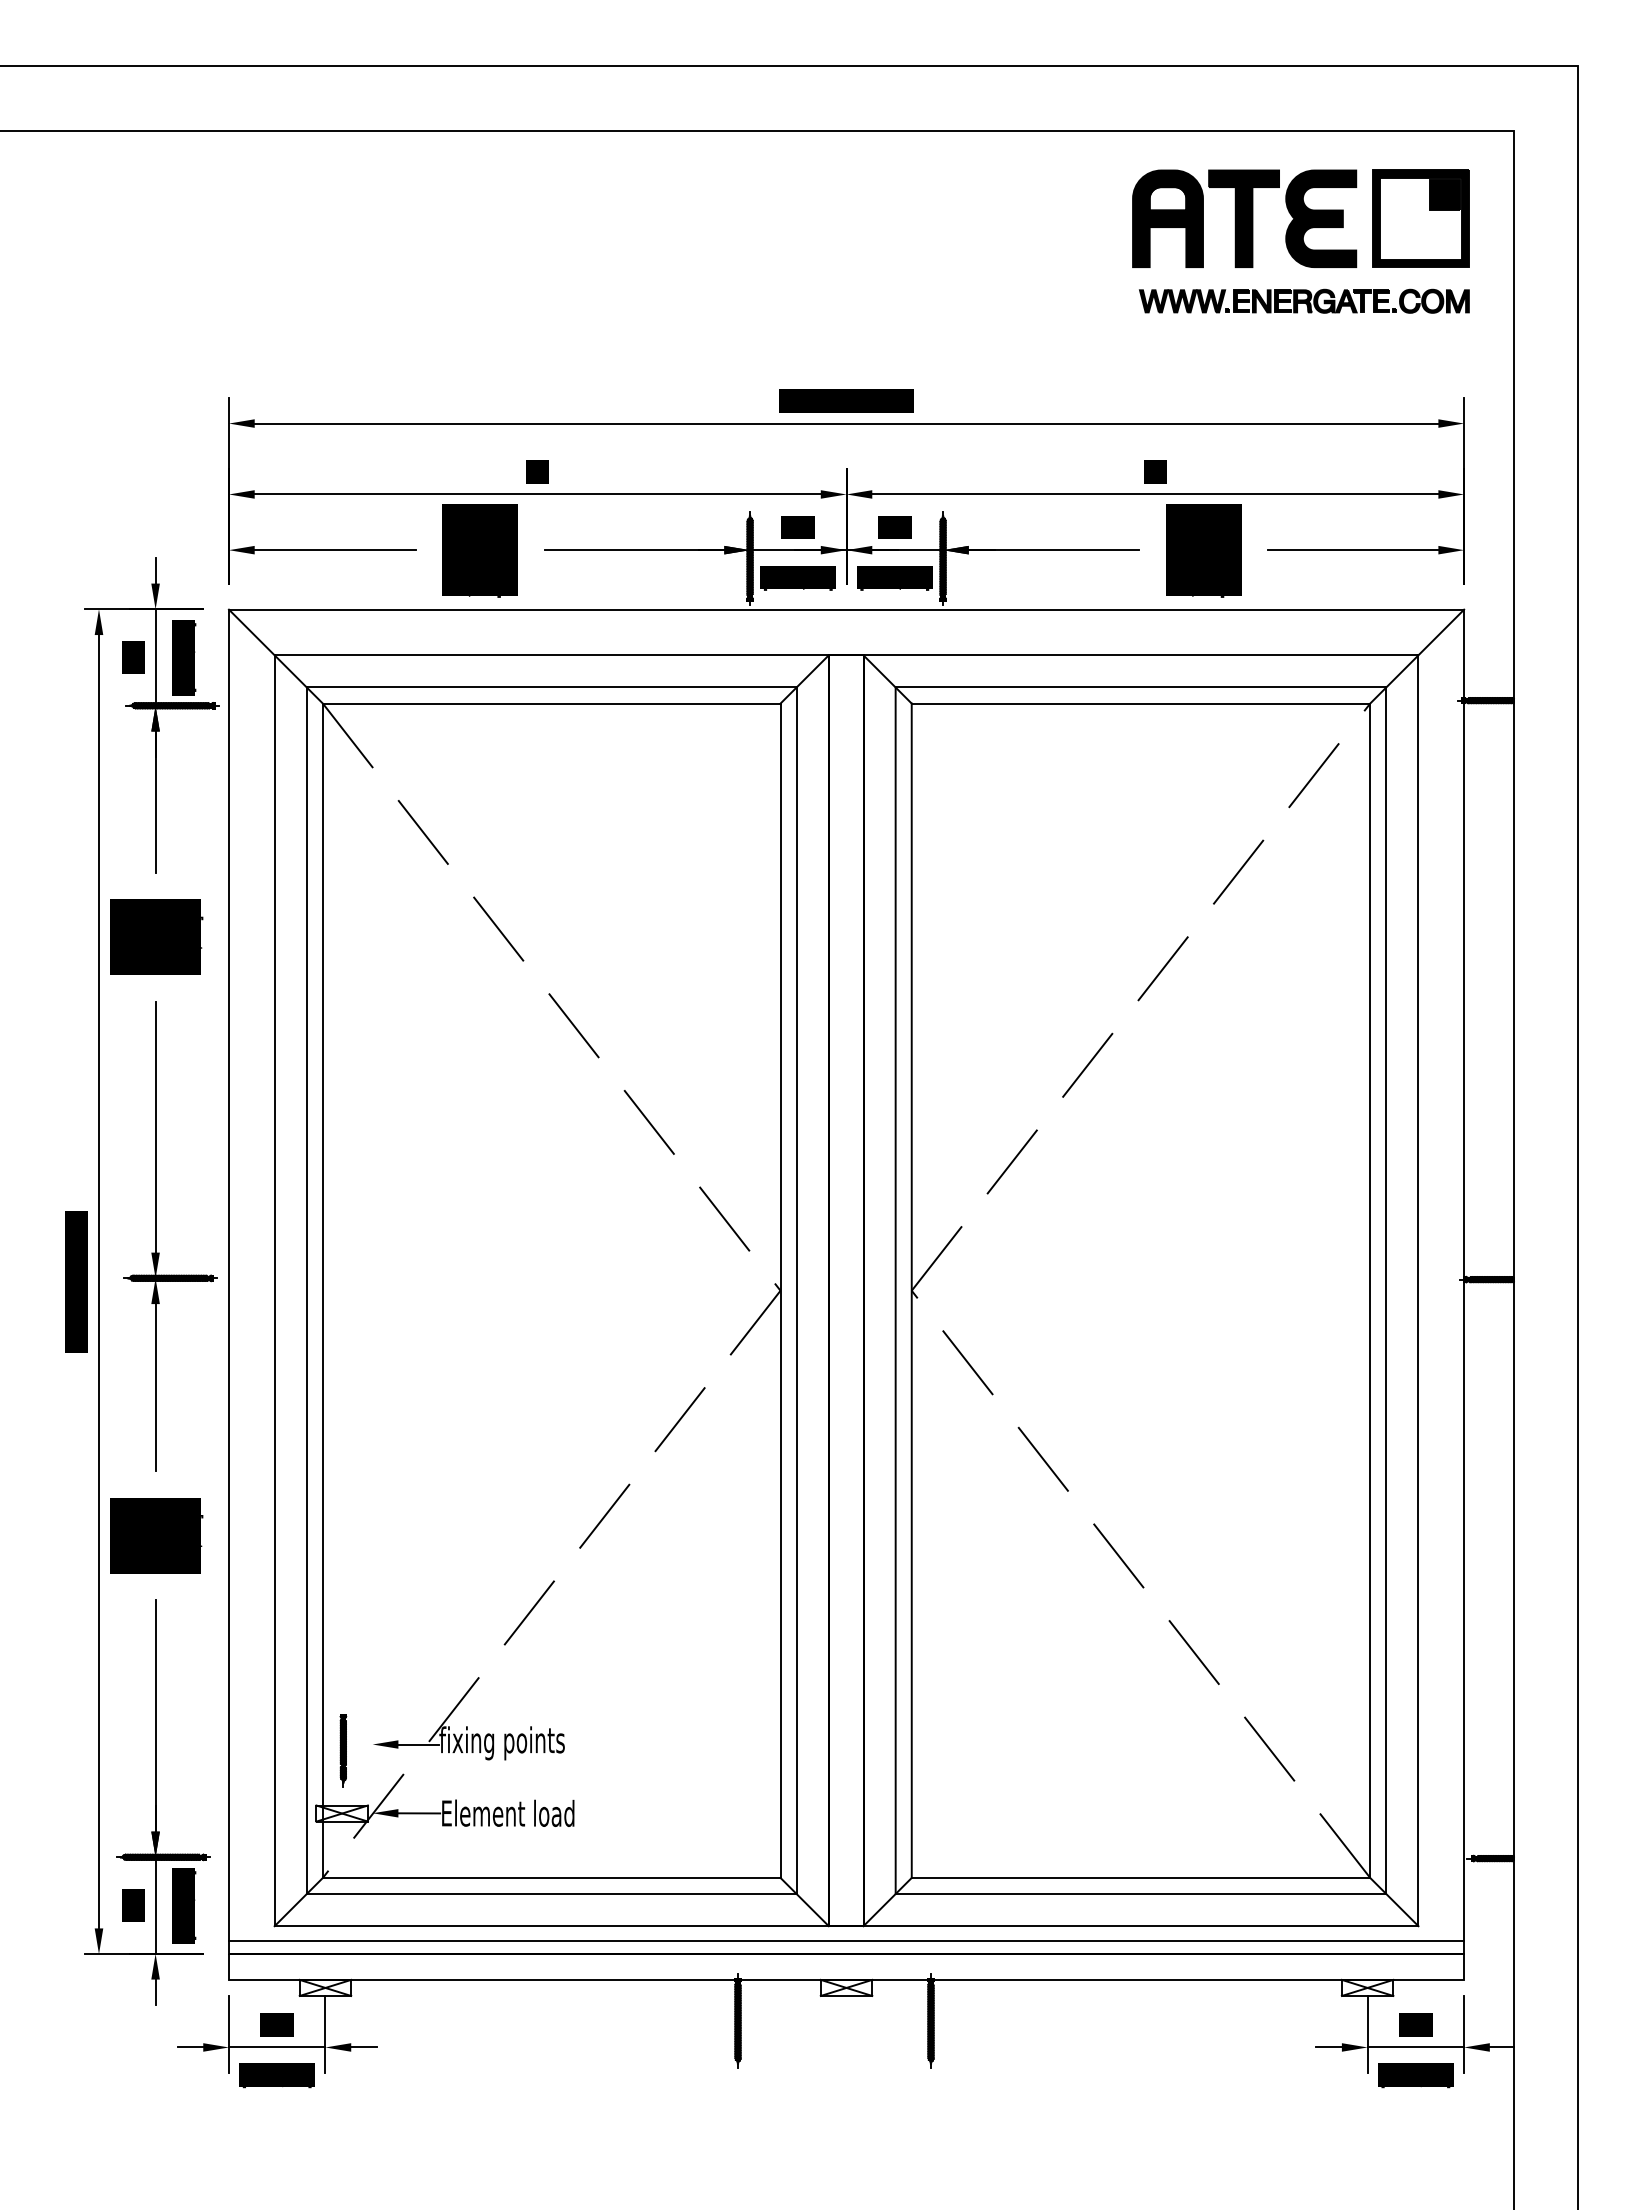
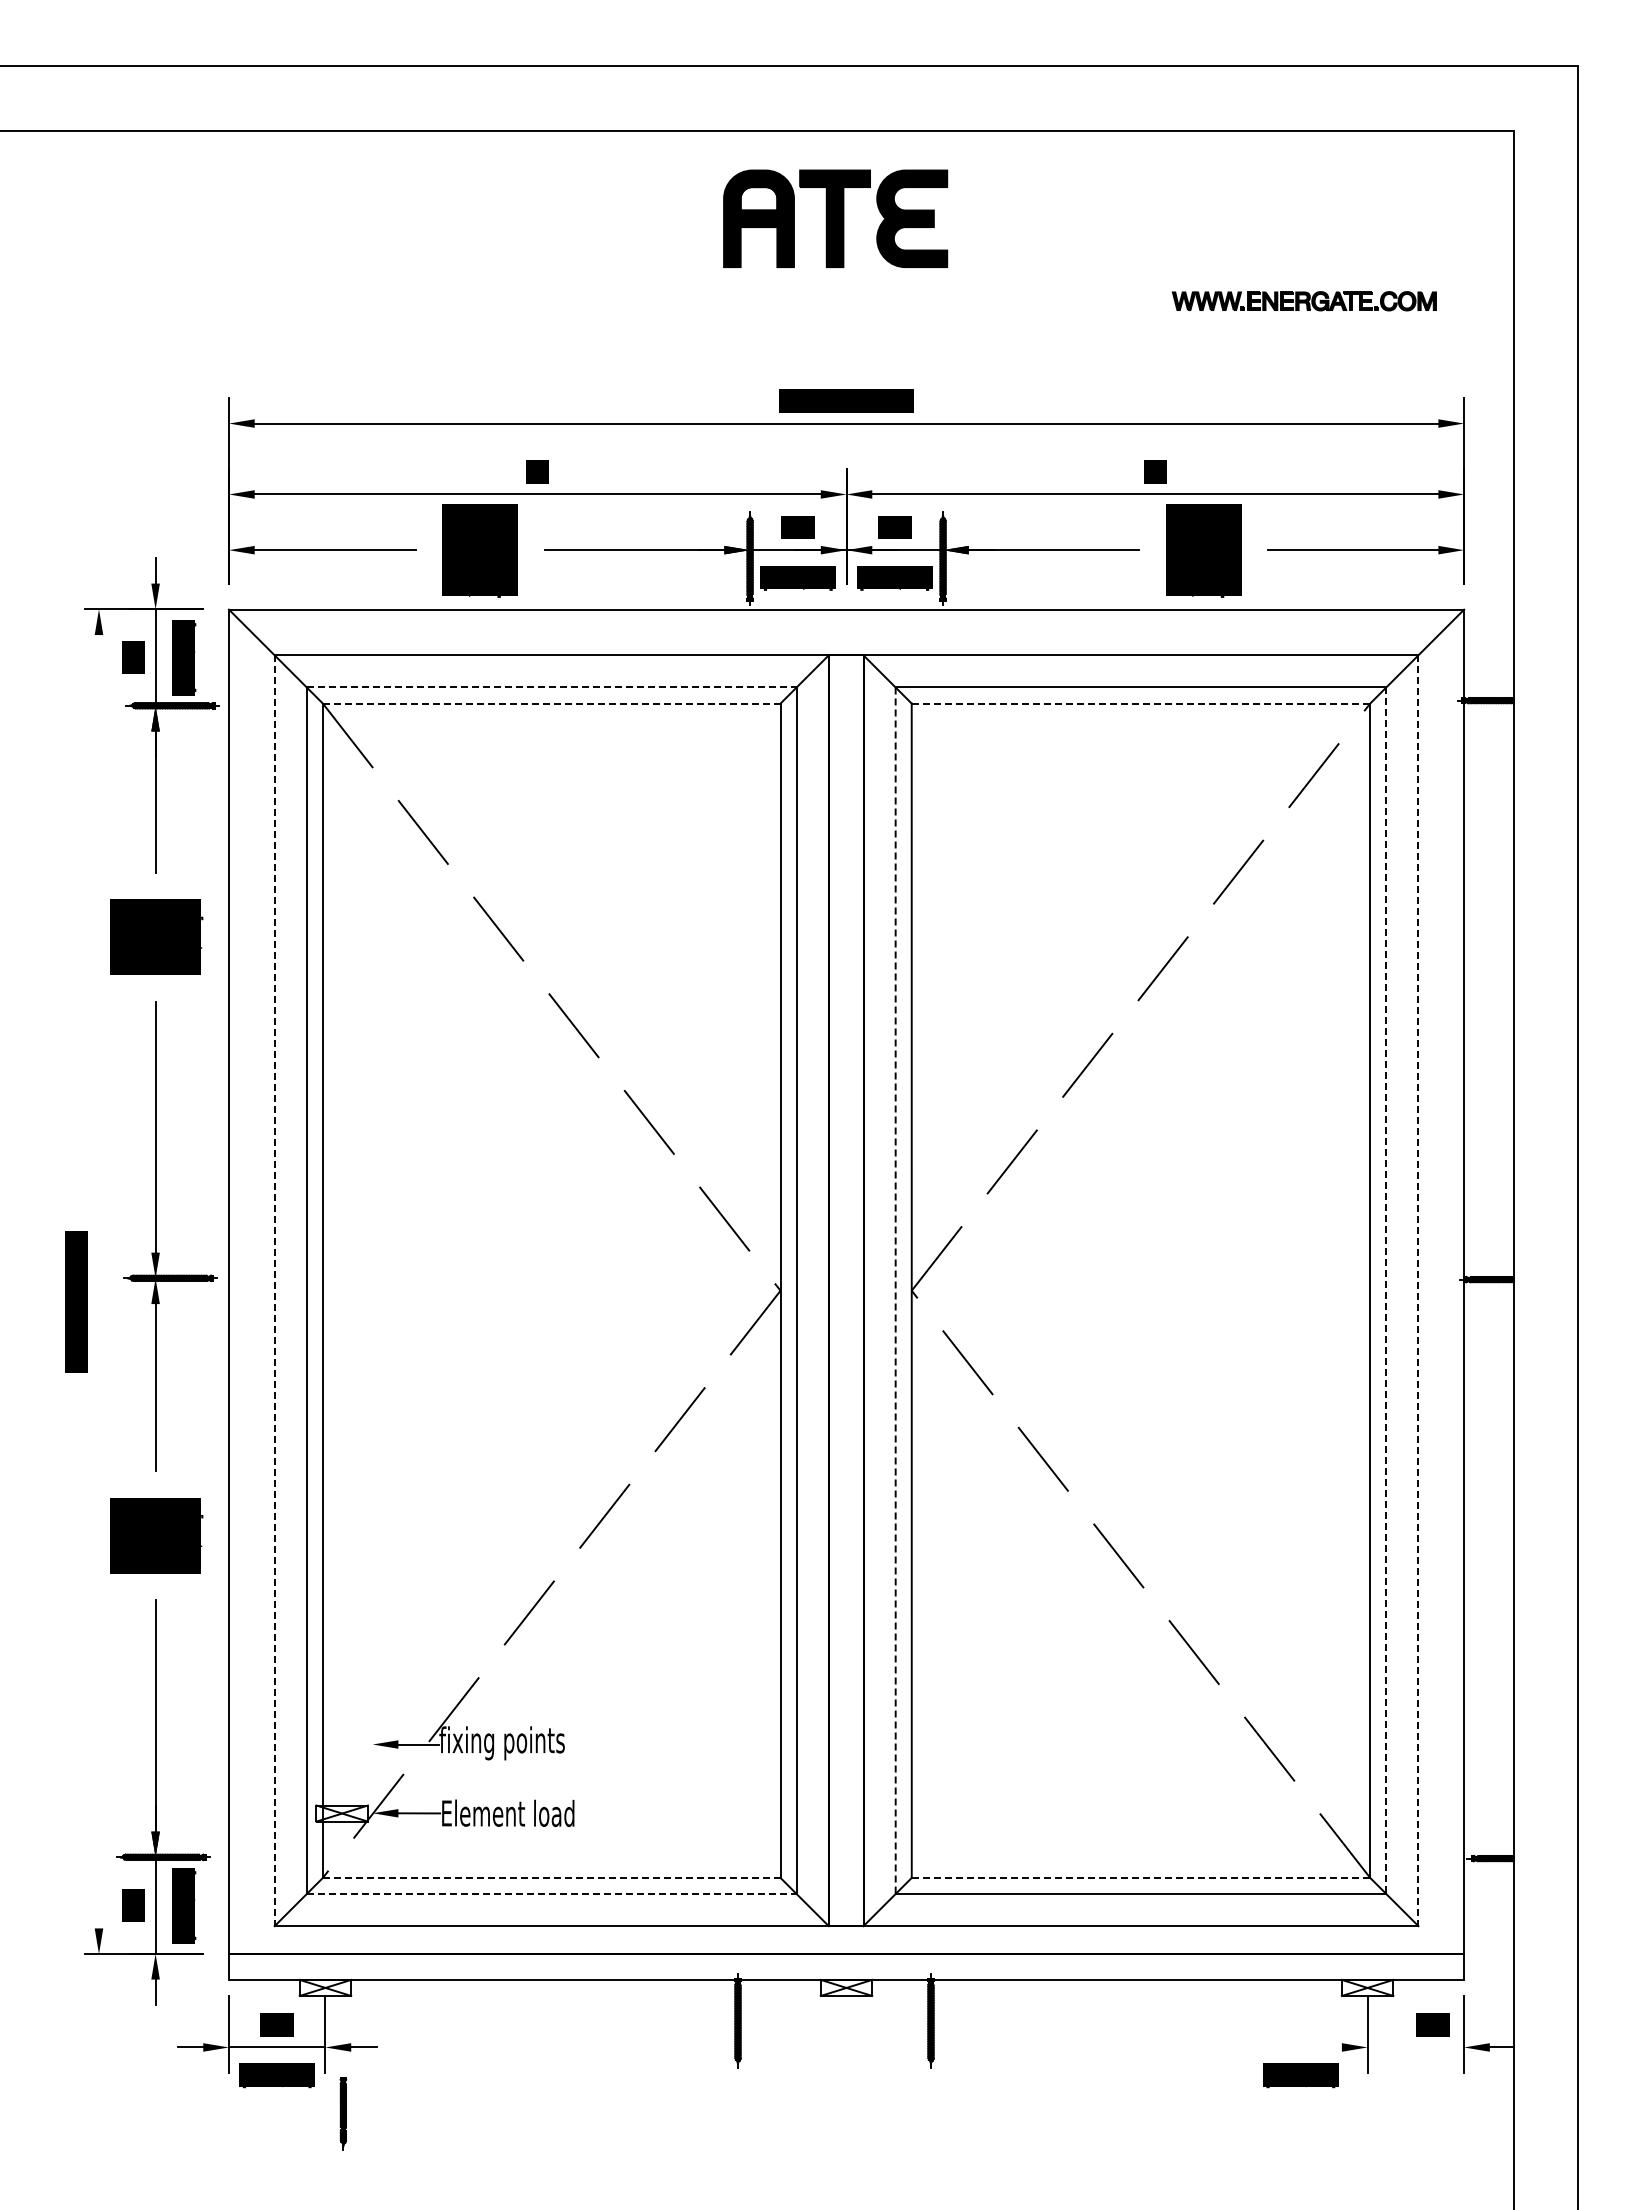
part at (1244, 218) position: (1244, 218) -> (835, 218)
part at (1420, 218): present -> none
part at (1304, 300) size: 331x26 px -> 266x21 px
line at (551, 687): solid -> dashed
line at (551, 703): solid -> dashed
line at (1141, 703): solid -> dashed
text at (76, 1281) position: (76, 1281) -> (76, 1301)
line at (99, 1281): present -> none
line at (274, 1291): solid -> dashed
line at (895, 1291): solid -> dashed
line at (1386, 1291): solid -> dashed
line at (1418, 1291): solid -> dashed
part at (343, 1750) position: (343, 1750) -> (343, 2113)
line at (551, 1877): solid -> dashed
line at (1141, 1877): solid -> dashed
line at (551, 1894): solid -> dashed
line at (846, 1940): present -> none
text at (1415, 2024) position: (1415, 2024) -> (1432, 2024)
line at (1328, 2047): present -> none
line at (1415, 2047): present -> none
text at (1415, 2075) position: (1415, 2075) -> (1300, 2075)
